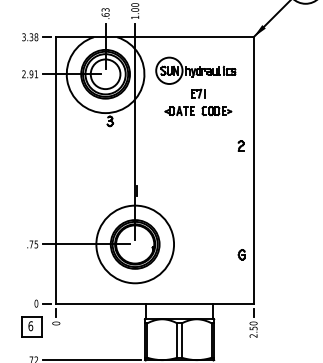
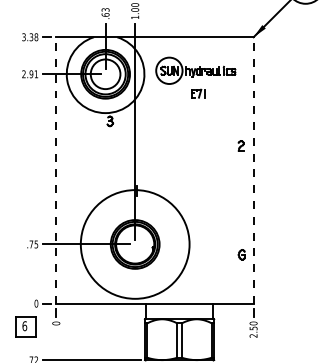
part at (198, 111): present -> none
line at (56, 169): solid -> dashed
line at (253, 169): solid -> dashed
circle at (135, 244) diameter: 78 px -> 109 px
part at (31, 326) position: (31, 326) -> (25, 326)
